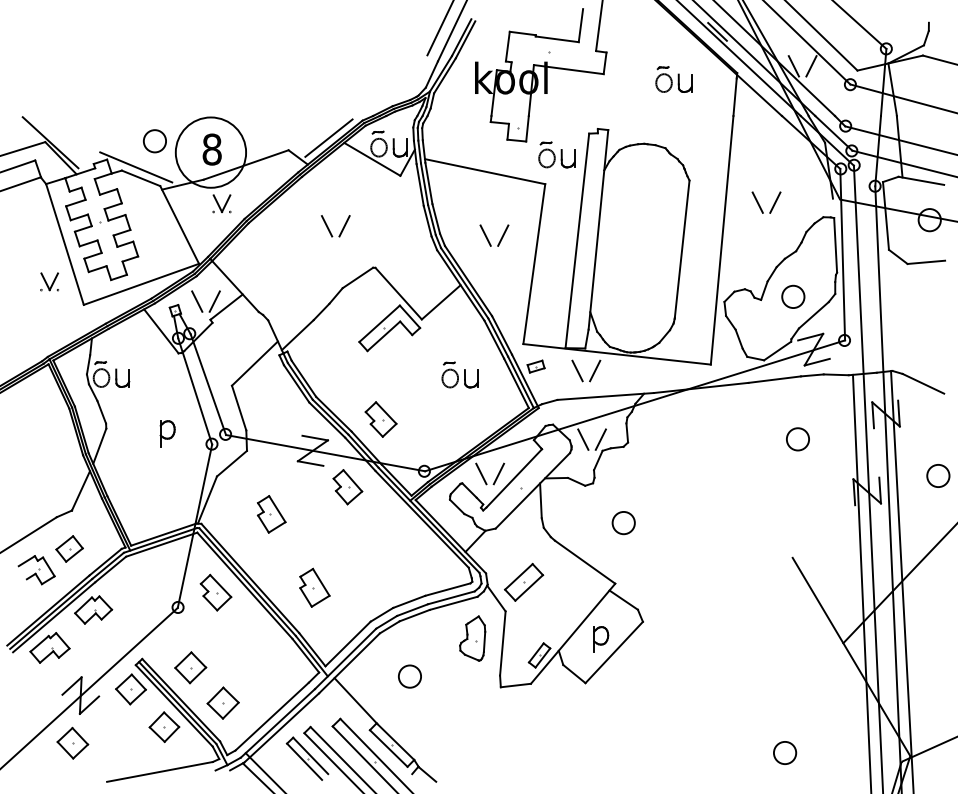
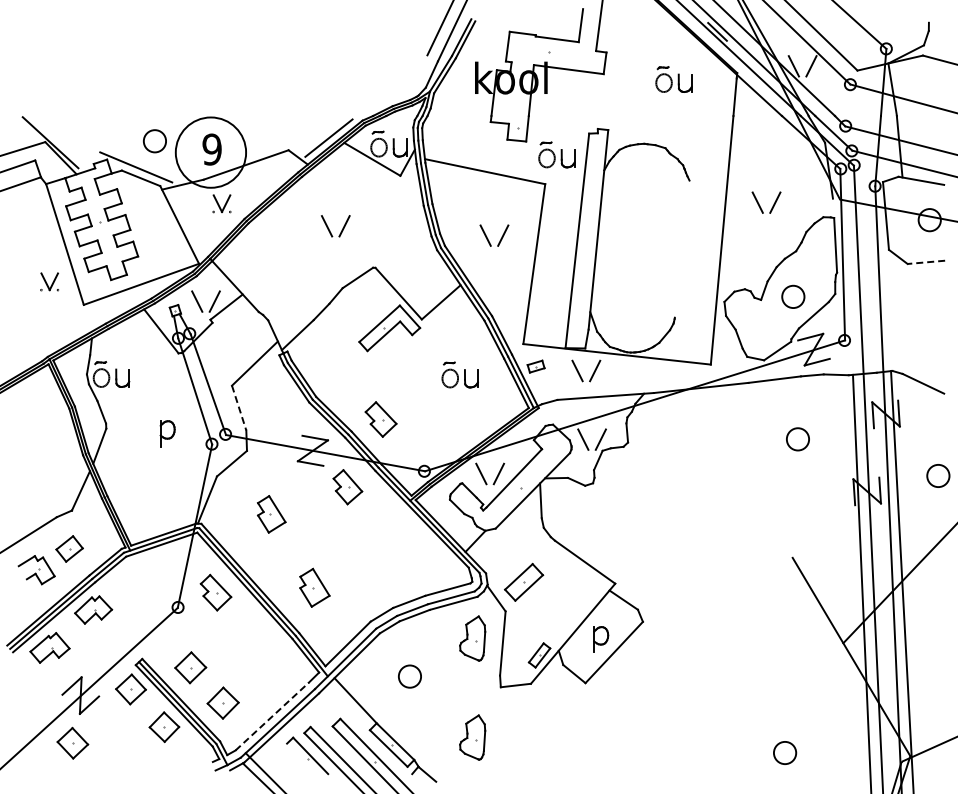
text at (211, 149): 8 -> 9
line at (681, 248): present -> none
line at (926, 262): solid -> dashed
line at (239, 408): solid -> dashed
circle at (623, 523): present -> none
line at (272, 716): solid -> dashed
part at (472, 737): none -> present
line at (304, 761): present -> none
line at (159, 771): present -> none
